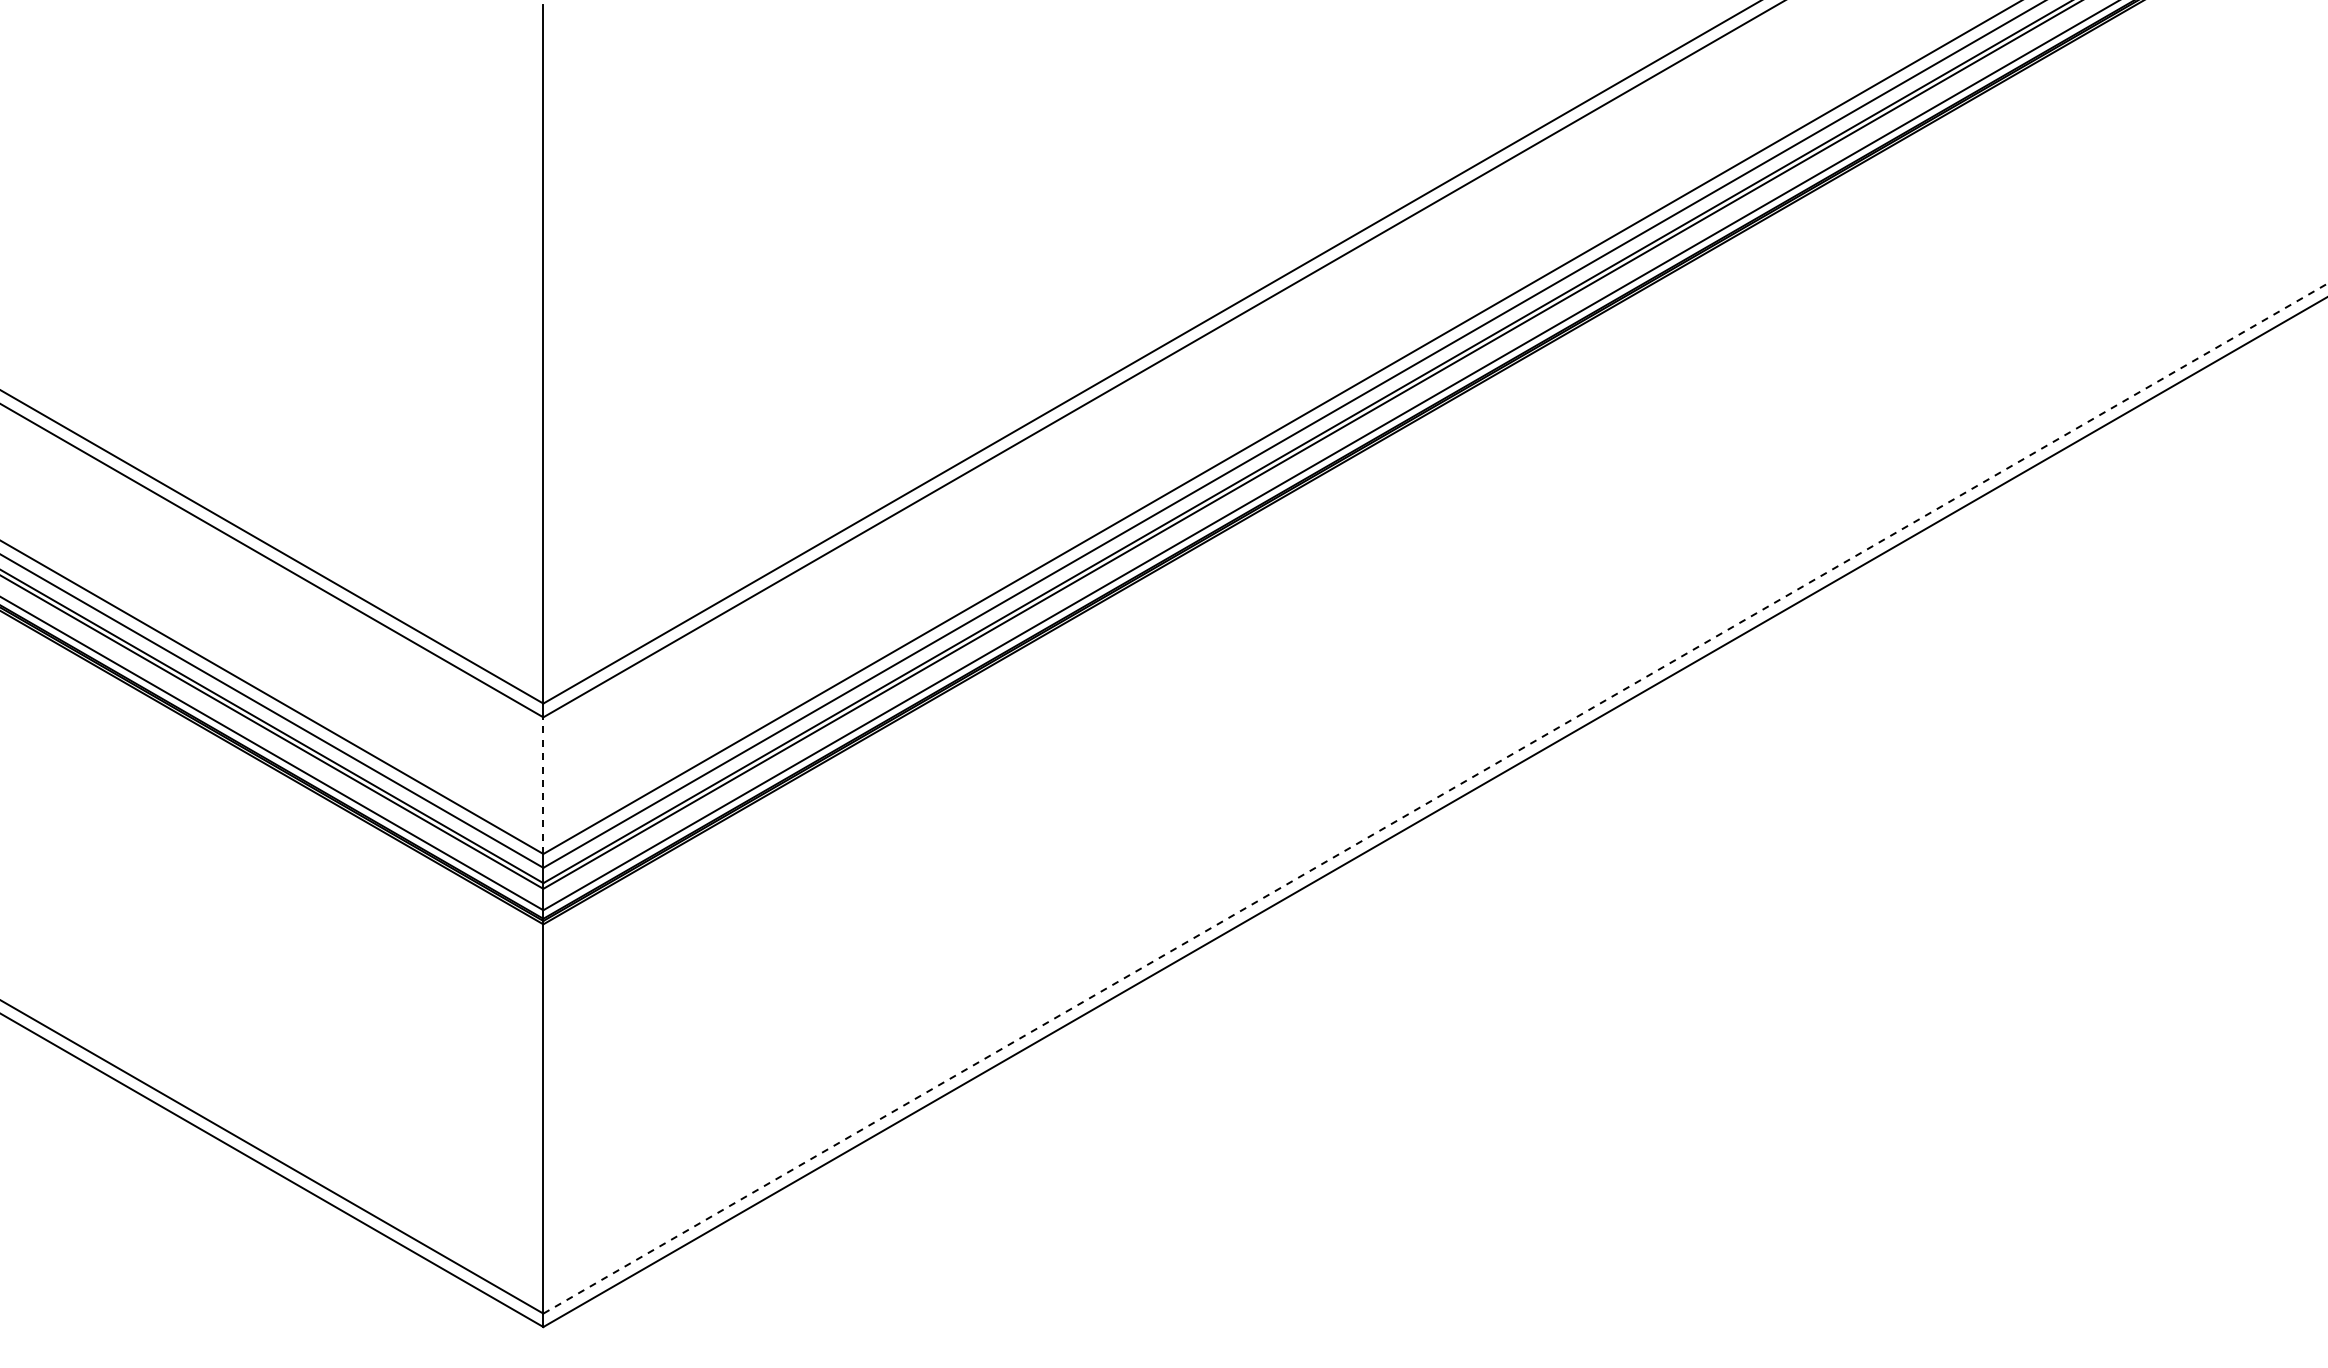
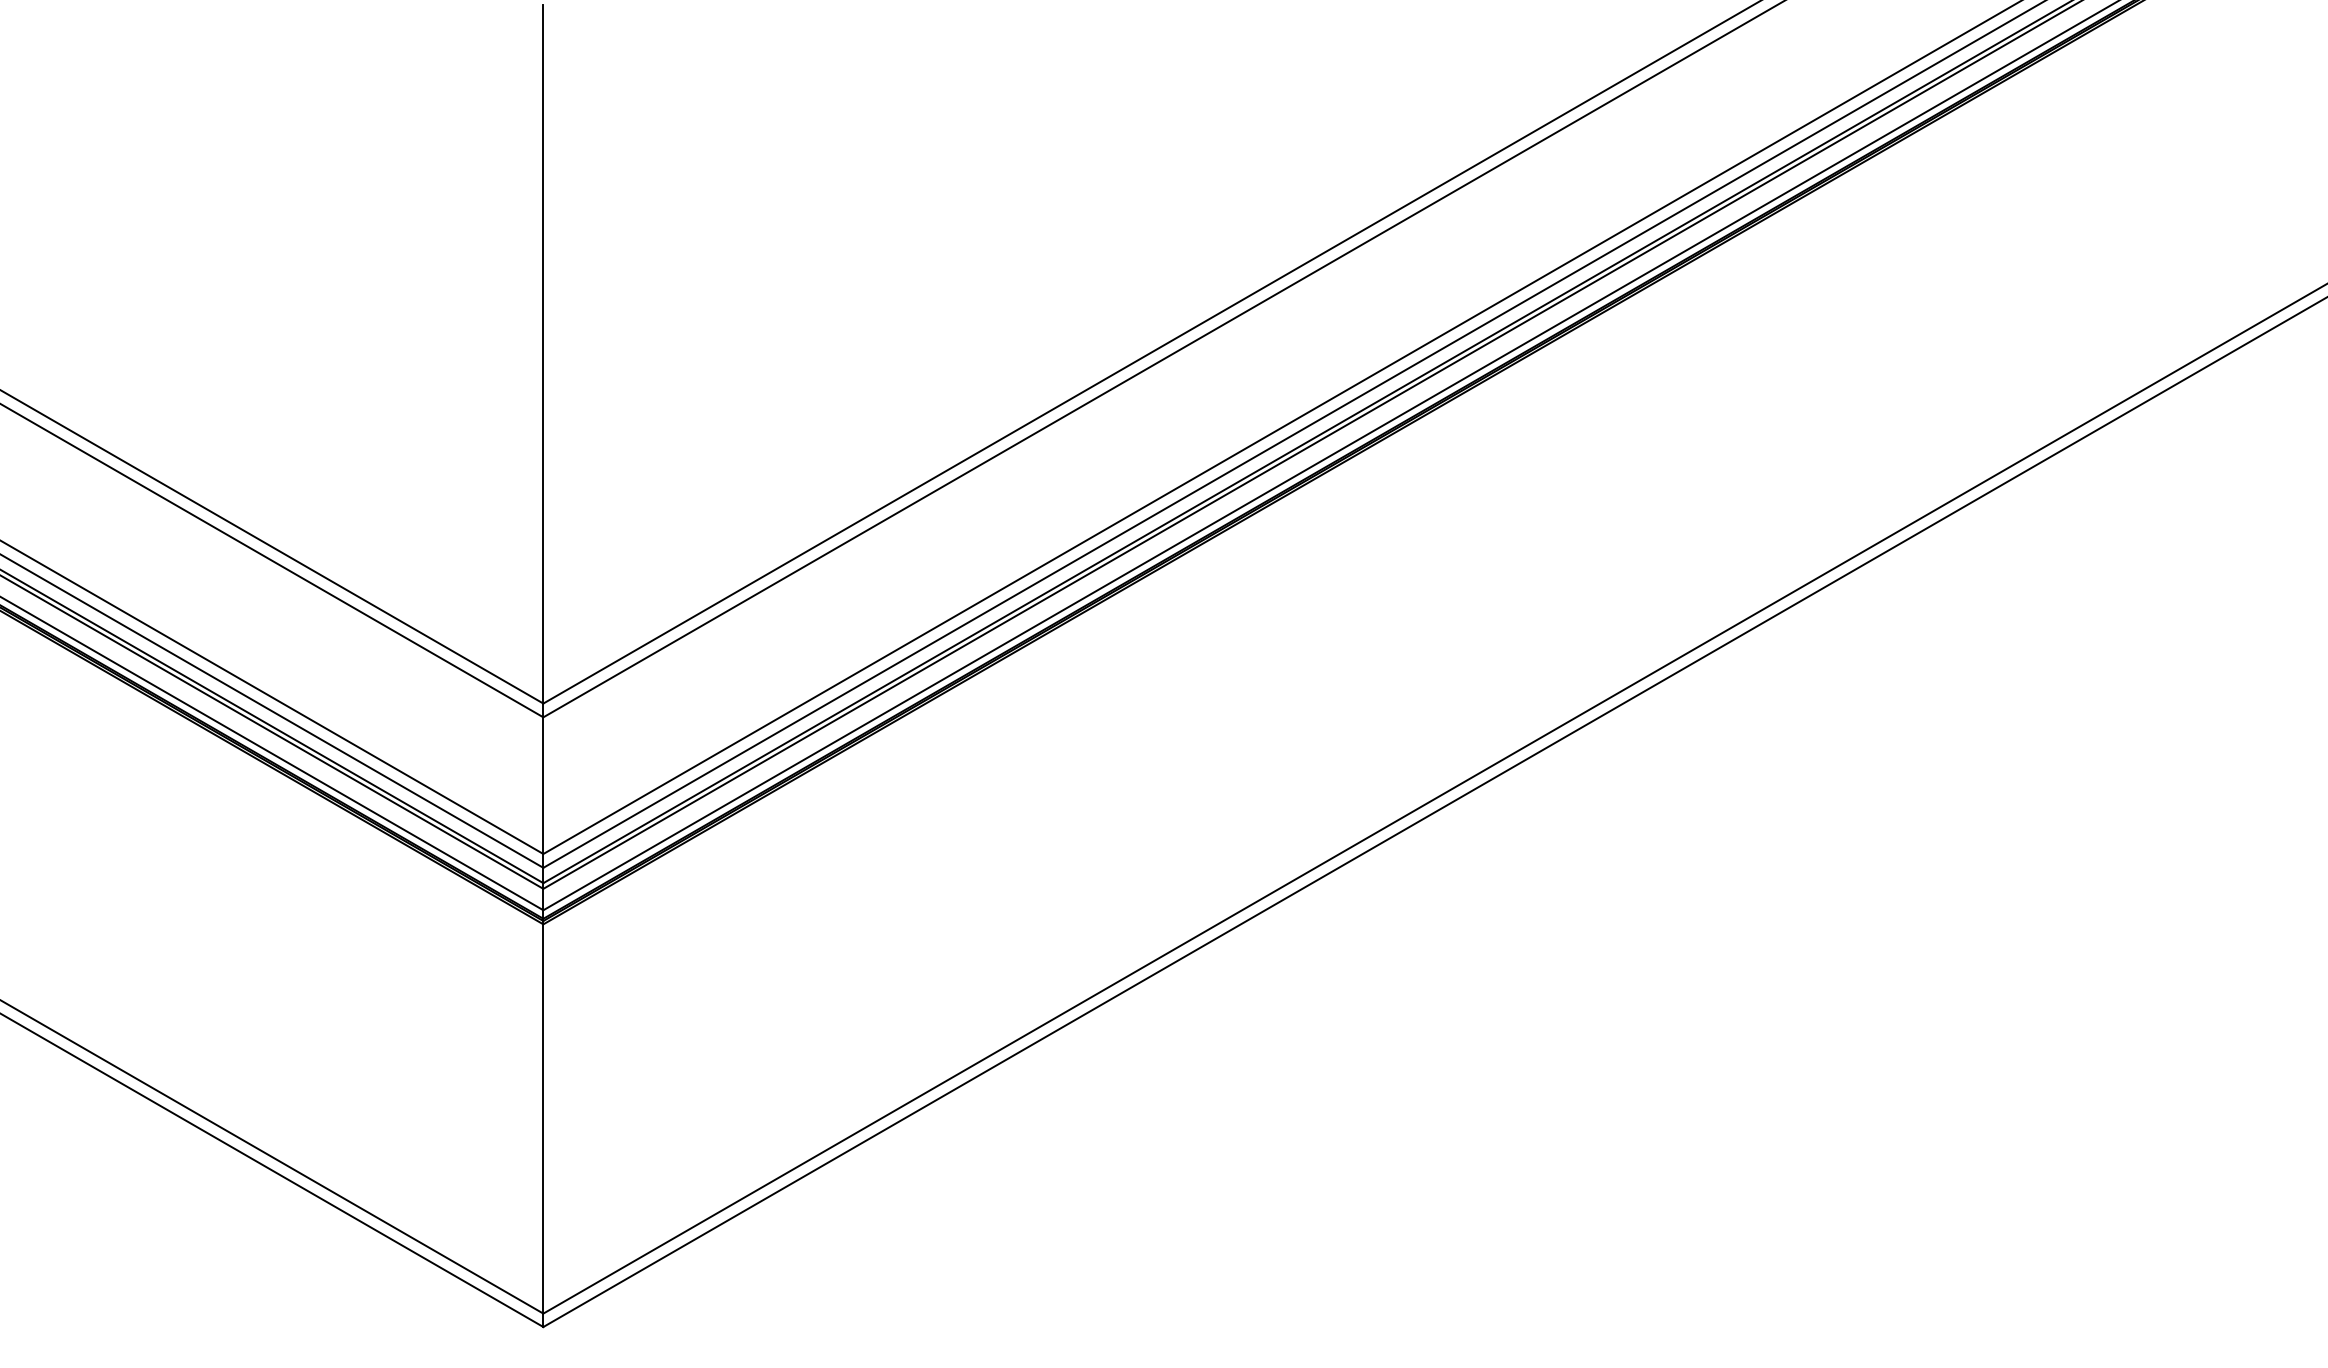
line at (543, 785): dashed -> solid
line at (1435, 798): dashed -> solid
